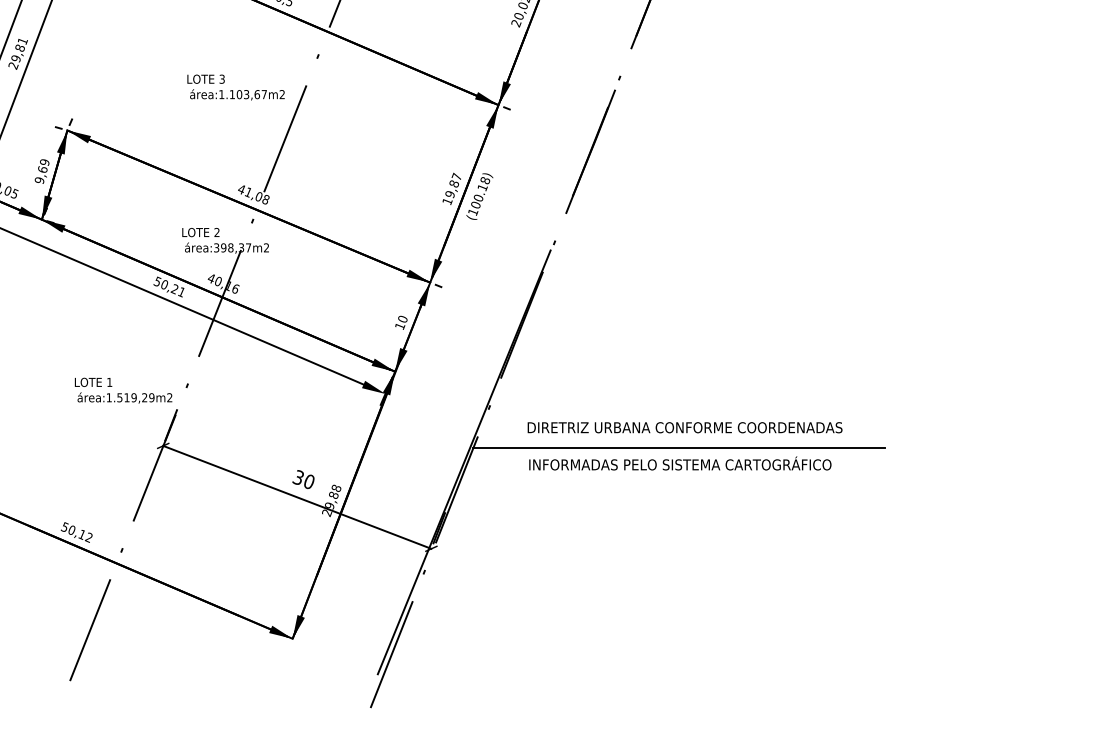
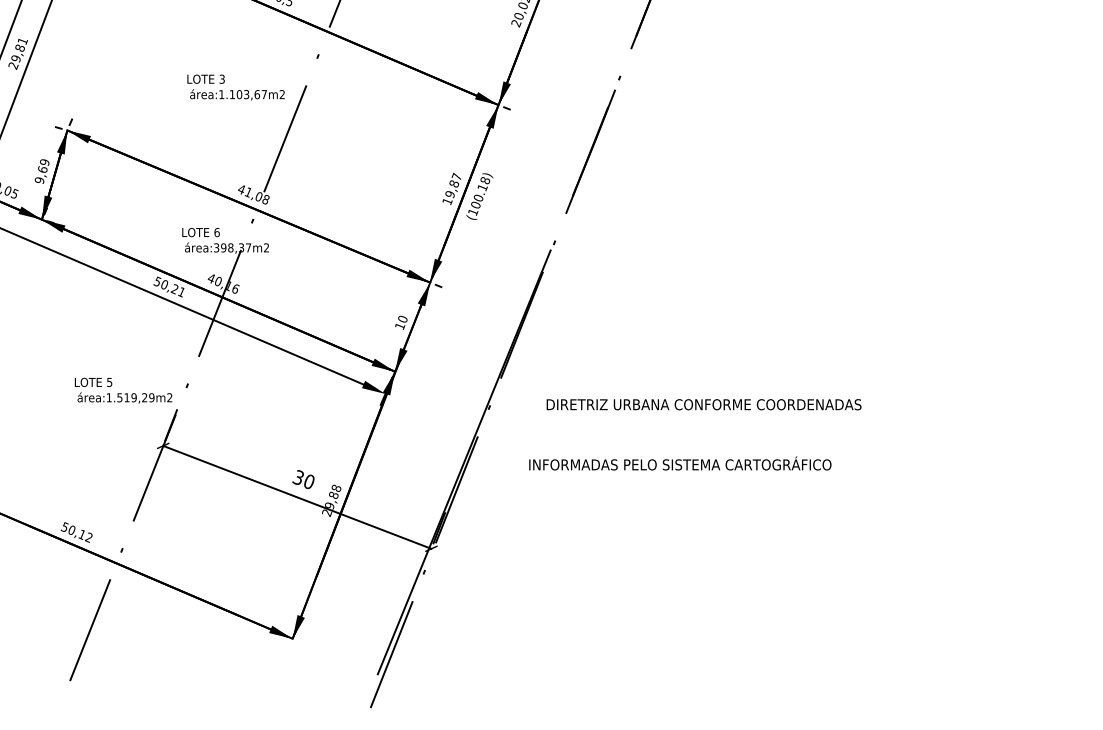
text at (216, 232): 2 -> 6
text at (109, 381): 1 -> 5
text at (684, 427) position: (684, 427) -> (703, 404)
line at (679, 447): present -> none
